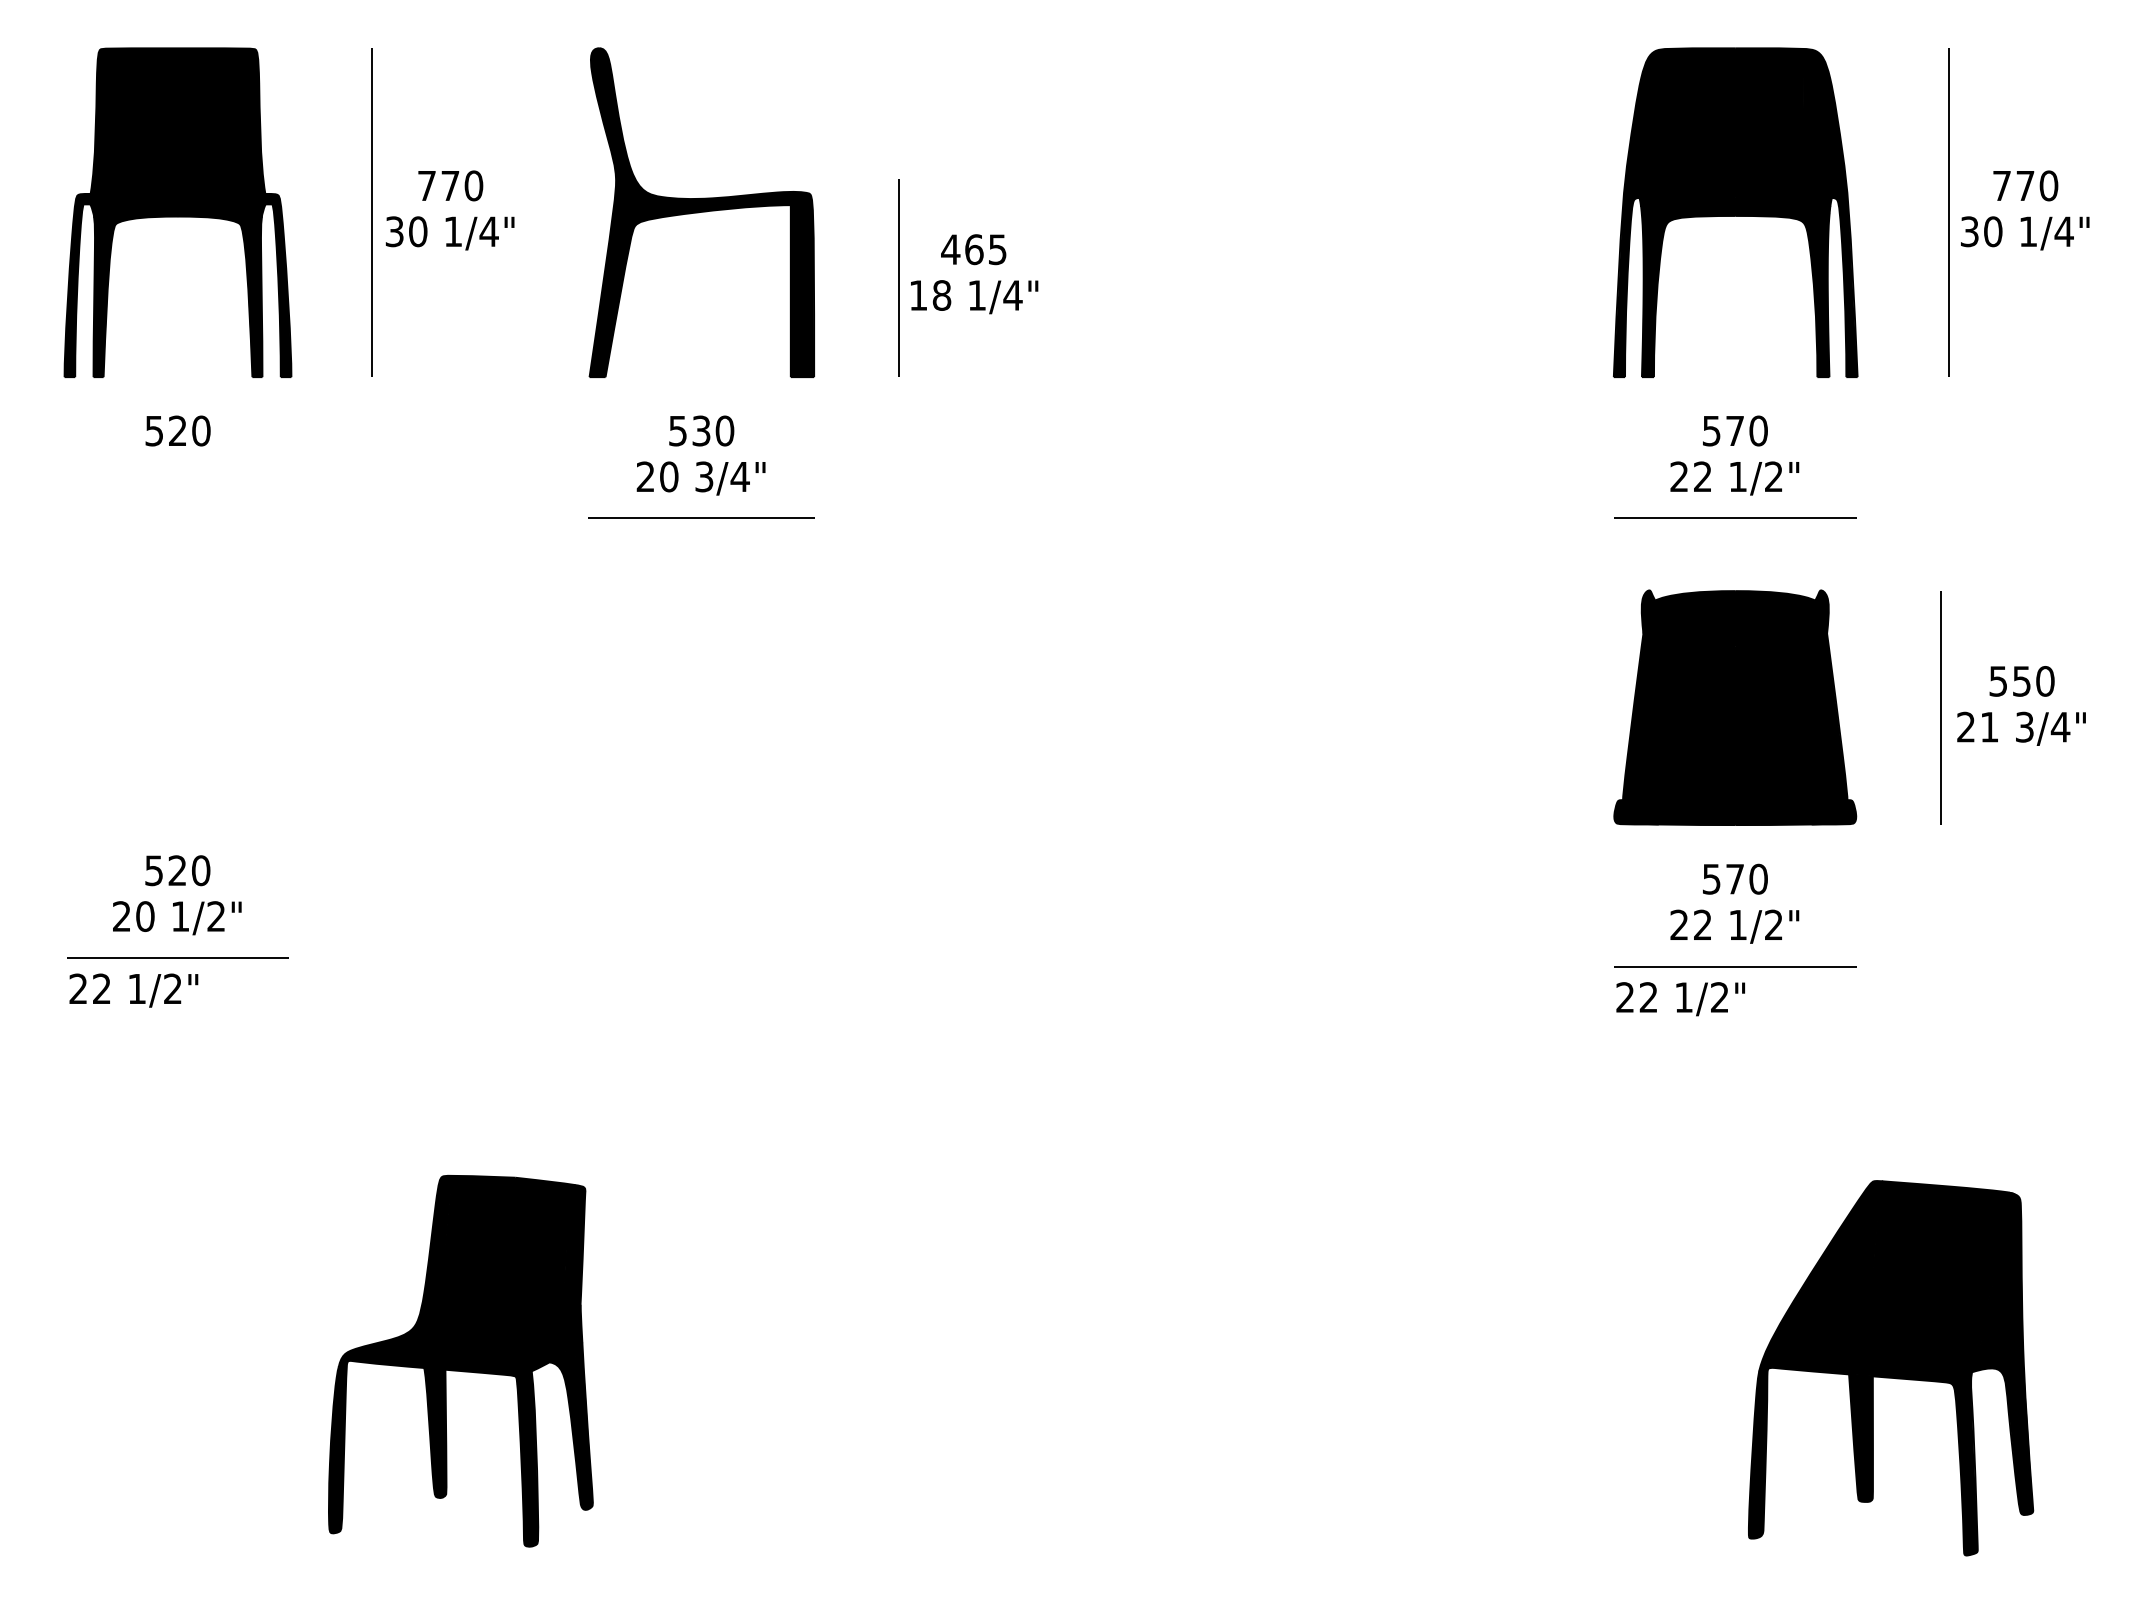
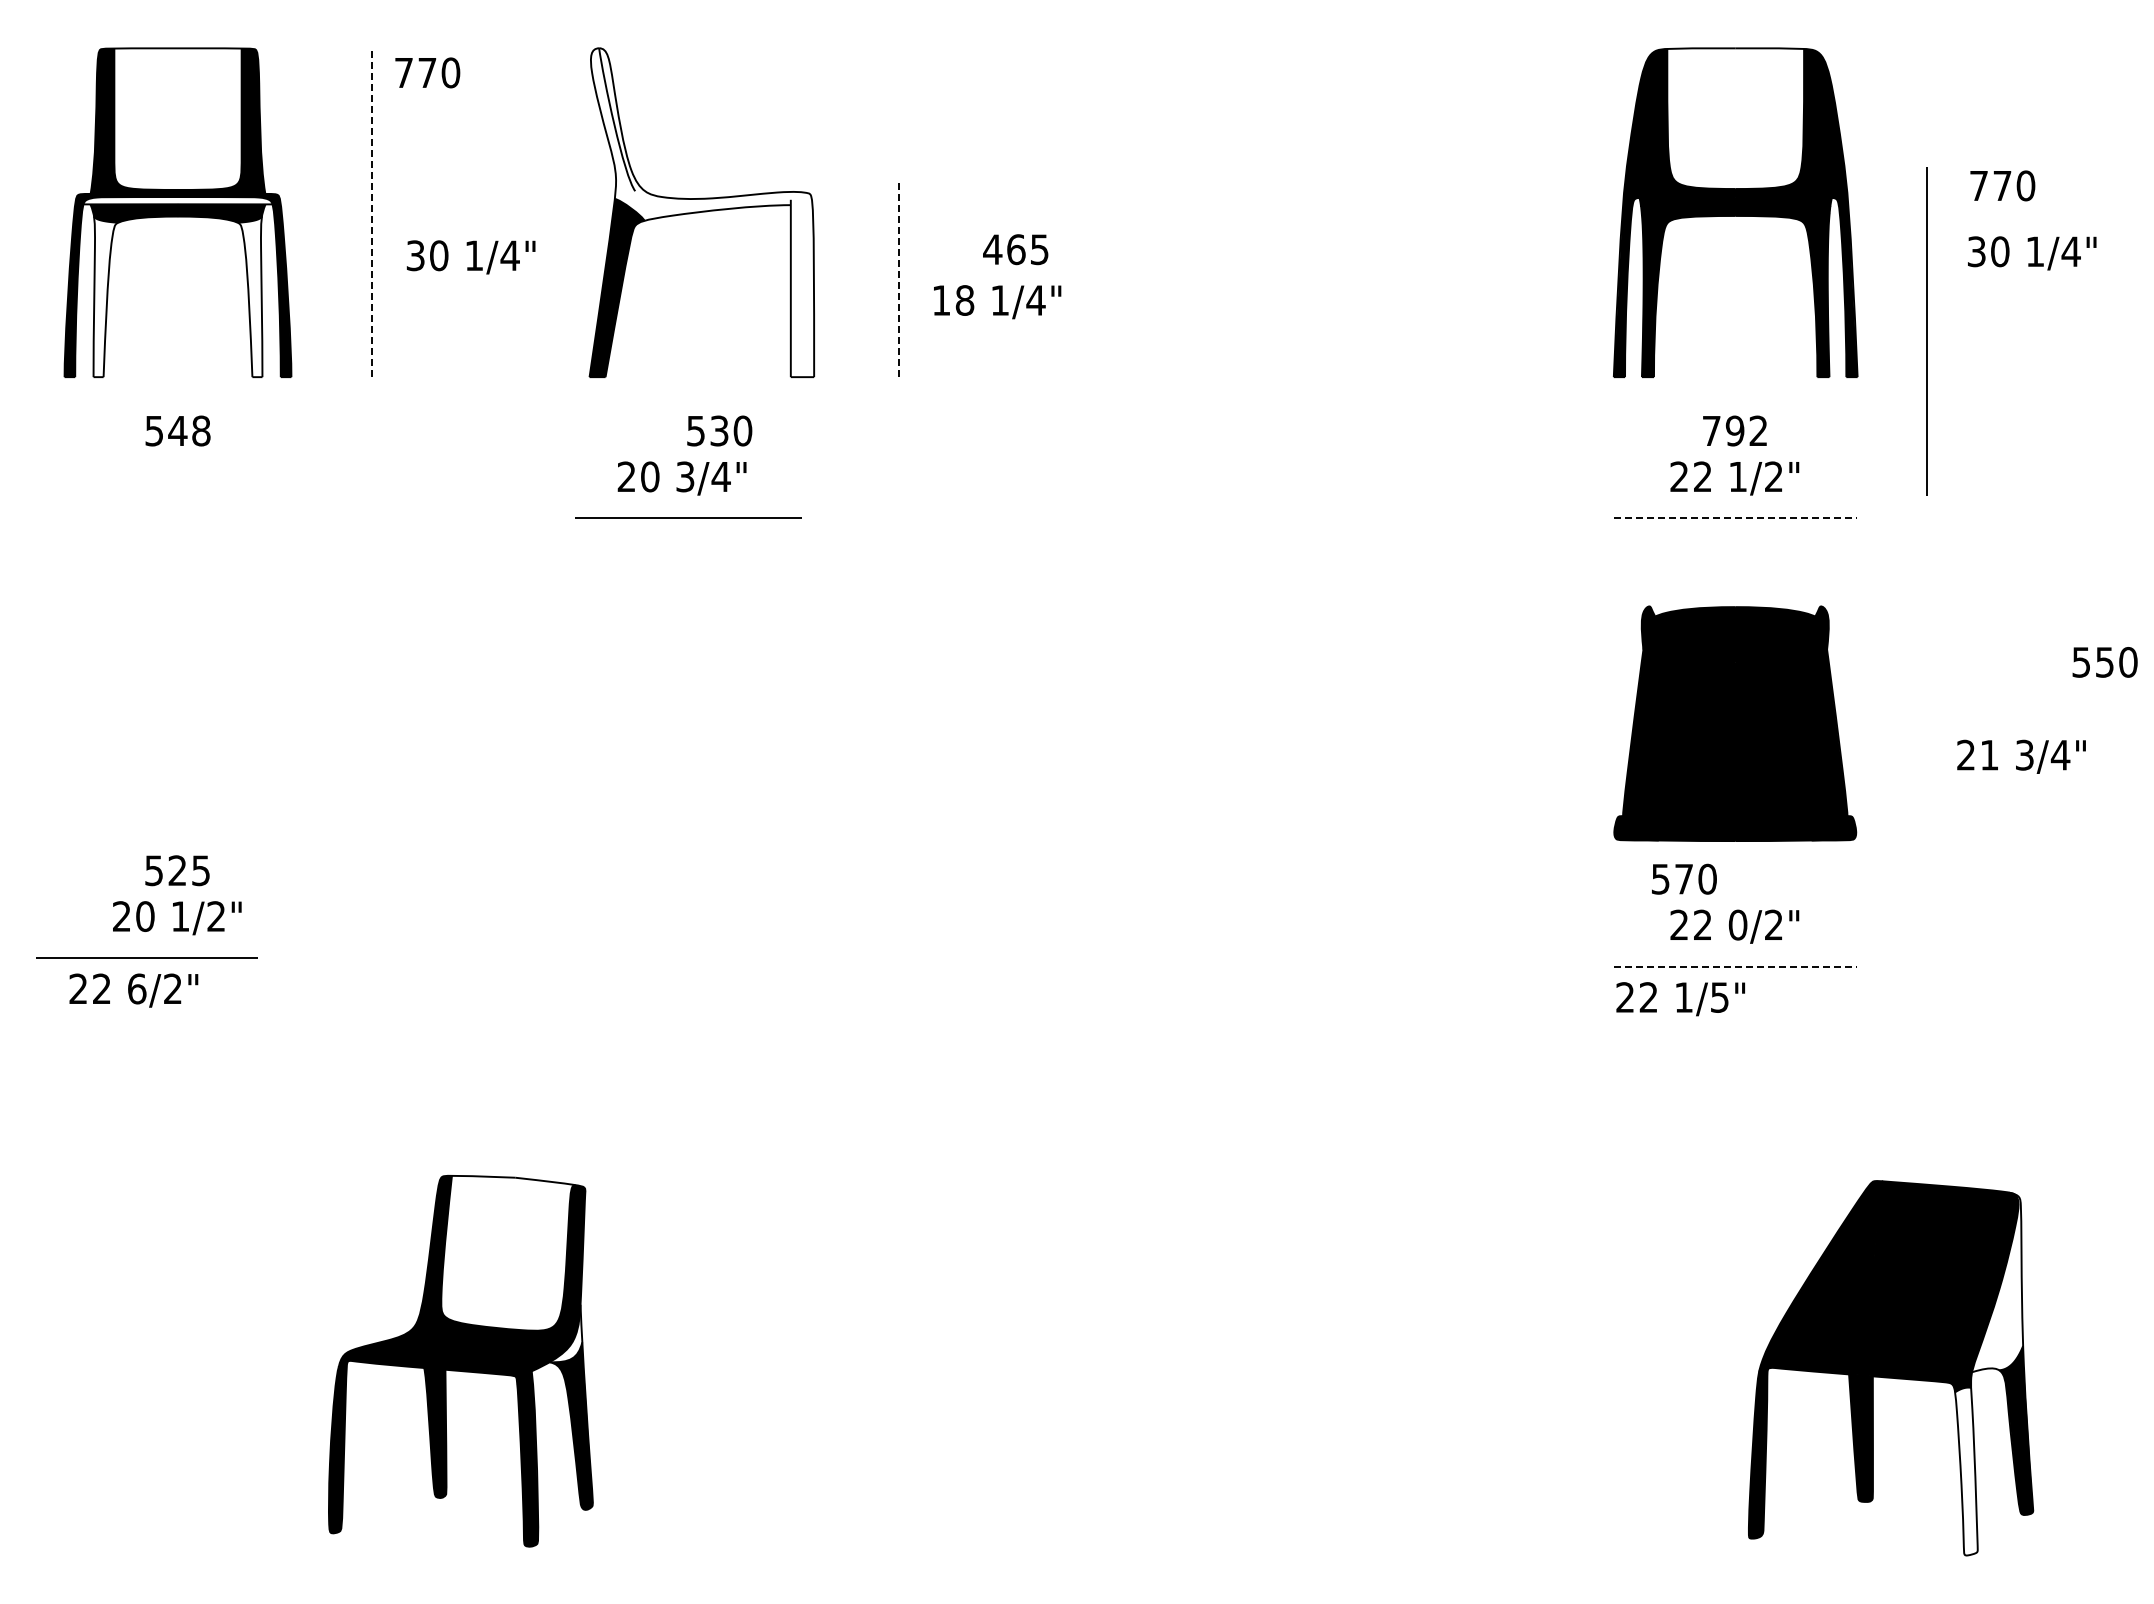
fill at (177, 118): present -> none
fill at (1735, 118): present -> none
text at (450, 185) position: (450, 185) -> (427, 72)
text at (2025, 185) position: (2025, 185) -> (2002, 185)
fill at (177, 200): present -> none
line at (372, 212): solid -> dashed
fill at (702, 212): present -> none
line at (1948, 212) position: (1948, 212) -> (1926, 331)
text at (449, 233) position: (449, 233) -> (470, 257)
text at (2025, 233) position: (2025, 233) -> (2032, 253)
text at (973, 249) position: (973, 249) -> (1015, 249)
line at (898, 277): solid -> dashed
fill at (105, 296): present -> none
fill at (249, 296): present -> none
text at (974, 297) position: (974, 297) -> (997, 302)
text at (189, 430): 520 -> 548
text at (701, 430) position: (701, 430) -> (719, 430)
text at (1735, 430): 570 -> 792
text at (700, 478) position: (700, 478) -> (681, 478)
line at (701, 517) position: (701, 517) -> (688, 517)
line at (1735, 518): solid -> dashed
text at (2021, 681) position: (2021, 681) -> (2104, 662)
part at (1735, 707) position: (1735, 707) -> (1735, 723)
line at (1940, 707): present -> none
text at (2021, 728) position: (2021, 728) -> (2021, 756)
text at (201, 870): 520 -> 525
text at (1735, 878) position: (1735, 878) -> (1684, 878)
text at (1737, 924): 1/2" -> 0/2"
line at (177, 957) position: (177, 957) -> (146, 957)
line at (1735, 966): solid -> dashed
text at (137, 988): 1/2" -> 6/2"
text at (1719, 997): 1/2" -> 1/5"
fill at (508, 1252): present -> none
fill at (1997, 1282): present -> none
fill at (565, 1333): present -> none
fill at (1966, 1471): present -> none
